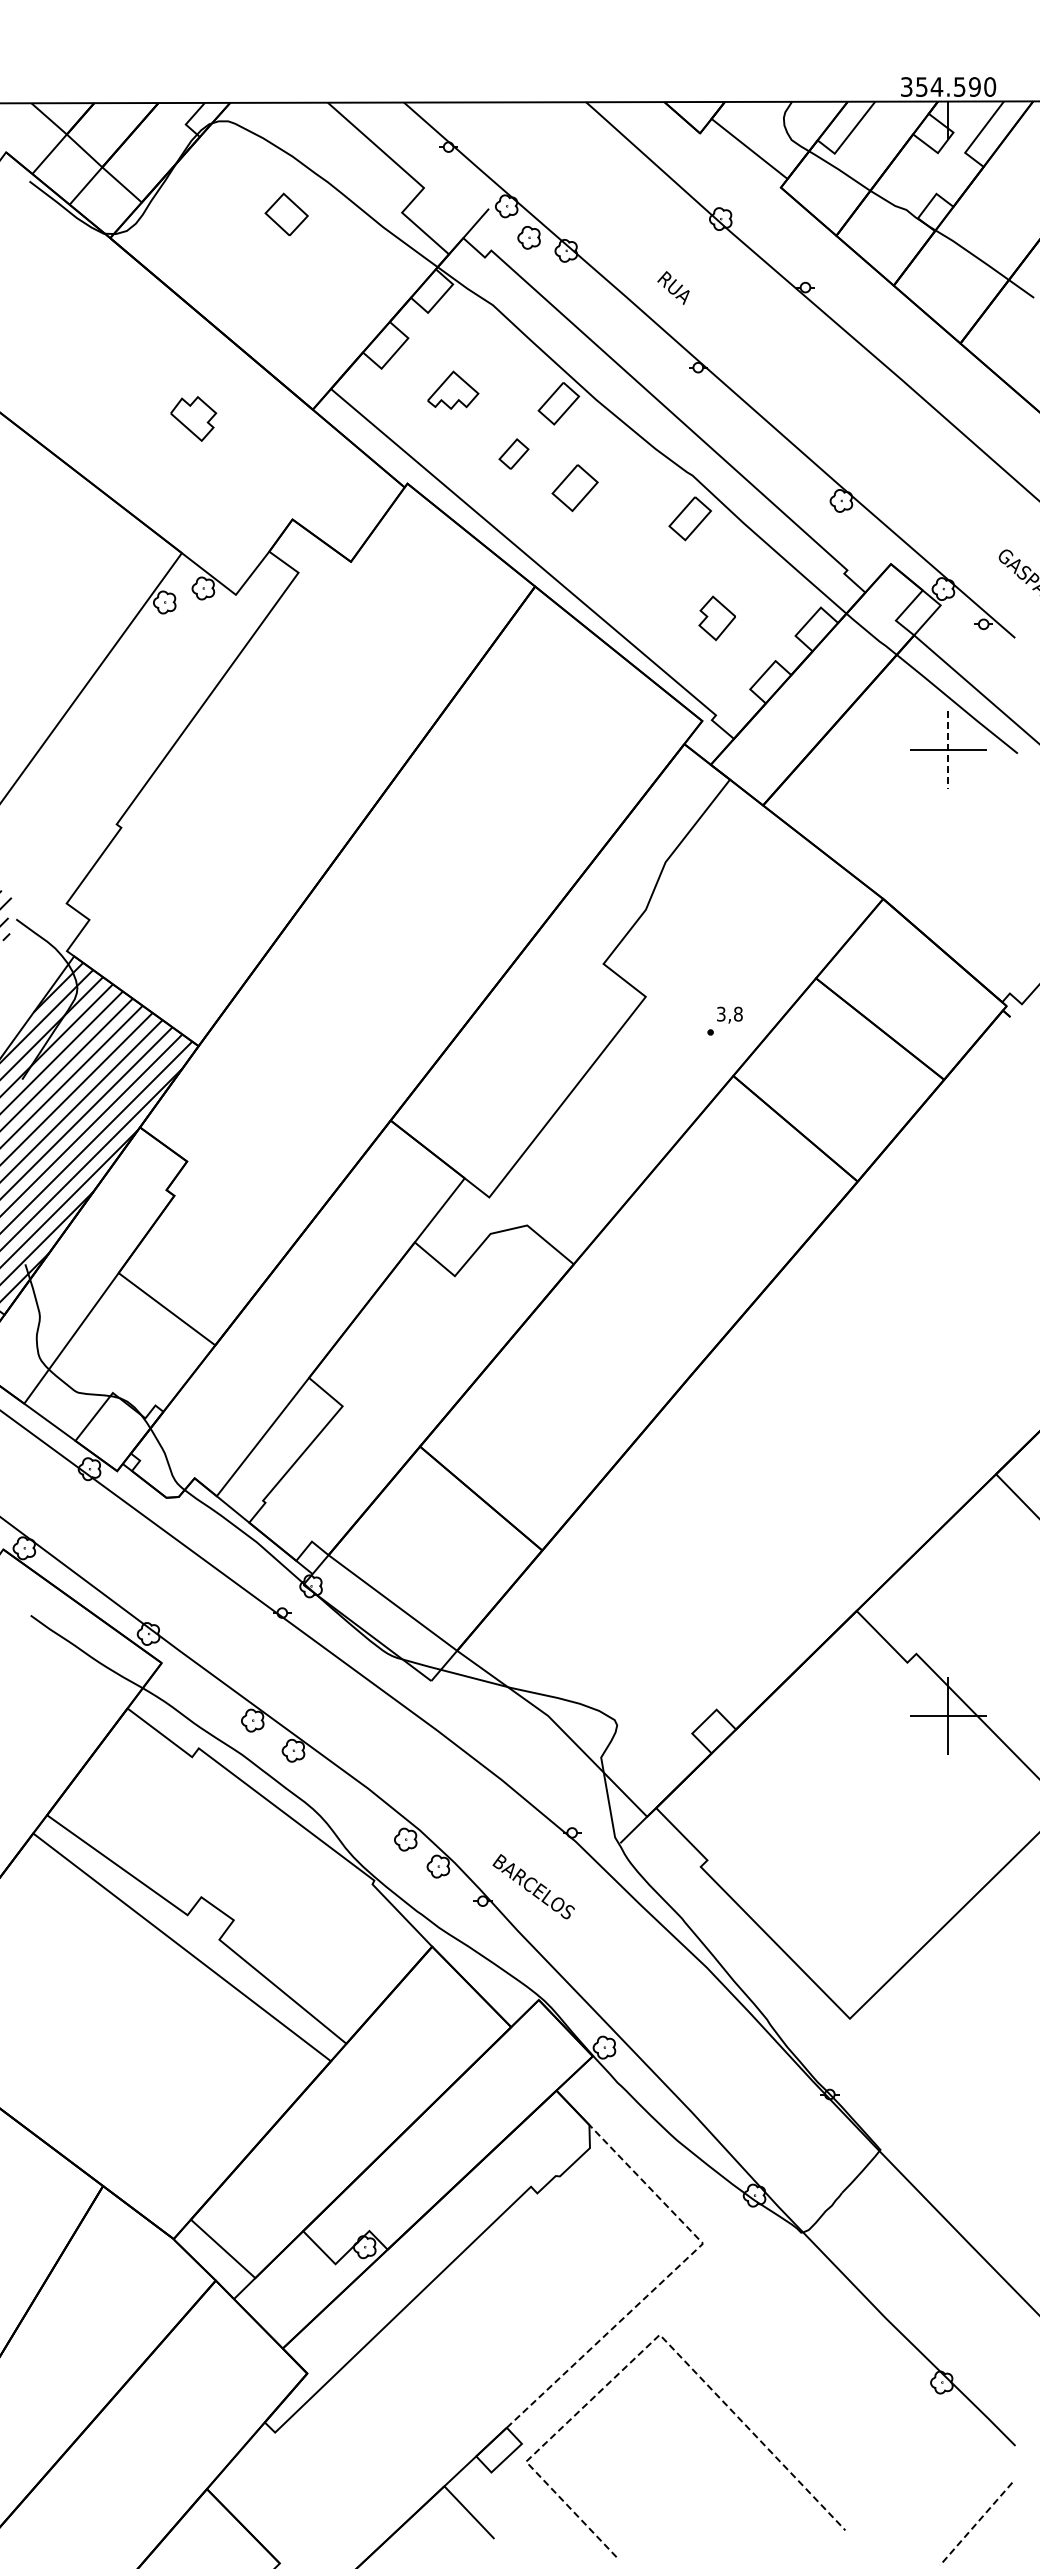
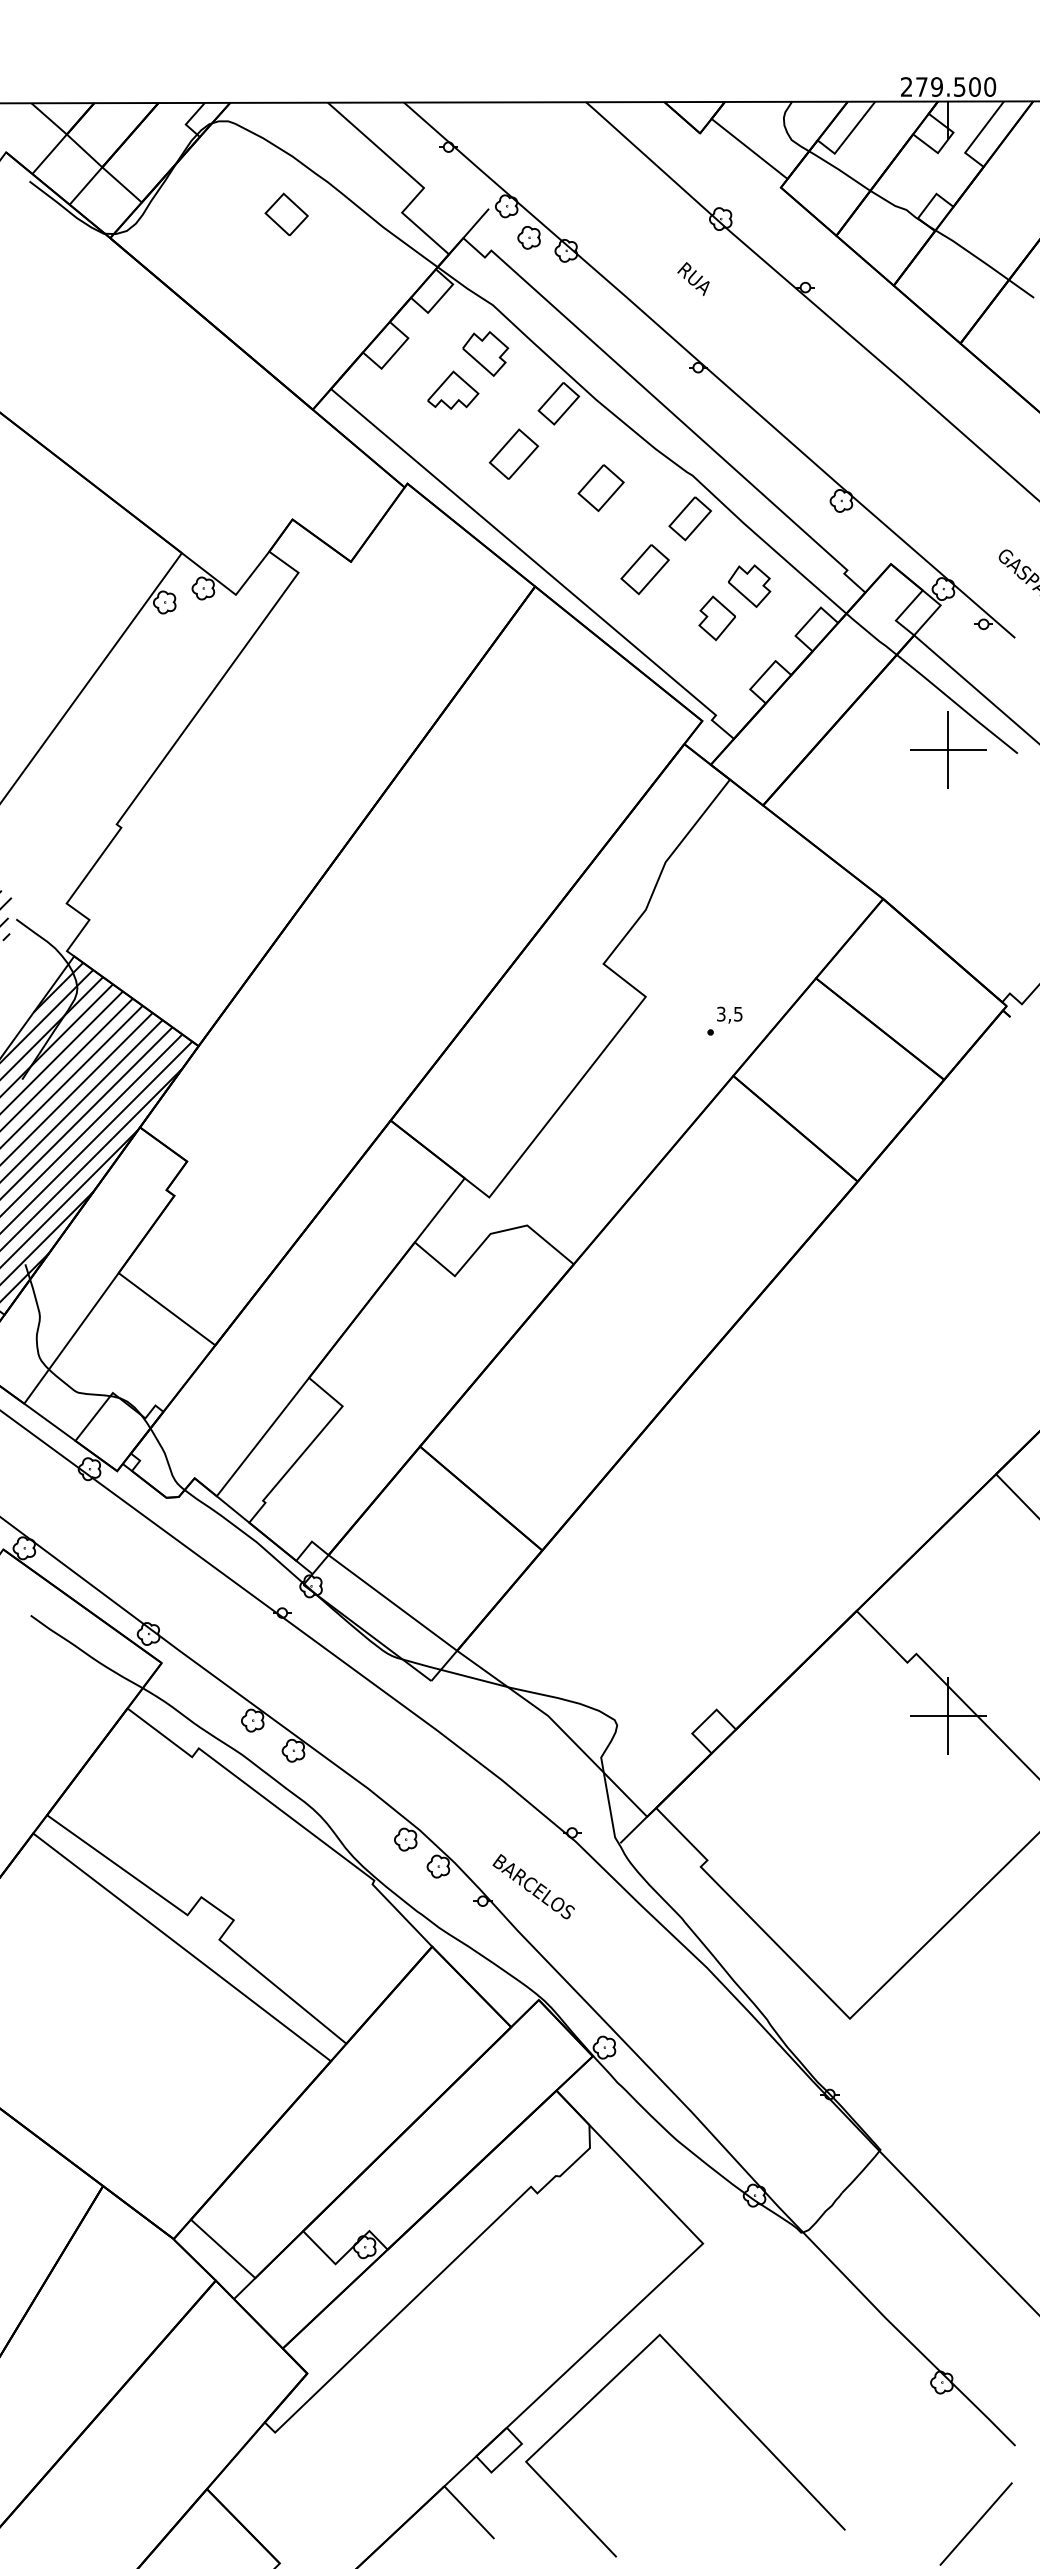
text at (940, 86): 354.590 -> 279.500
text at (673, 287) position: (673, 287) -> (693, 278)
part at (193, 418) position: (193, 418) -> (485, 353)
part at (513, 453) size: 32x32 px -> 52x52 px
part at (574, 488) position: (574, 488) -> (600, 488)
part at (644, 569): none -> present
part at (749, 585): none -> present
line at (948, 750): dashed -> solid
text at (738, 1013): 3,8 -> 3,5
line at (665, 2279): dashed -> solid
line at (643, 2350): dashed -> solid
line at (975, 2524): dashed -> solid
